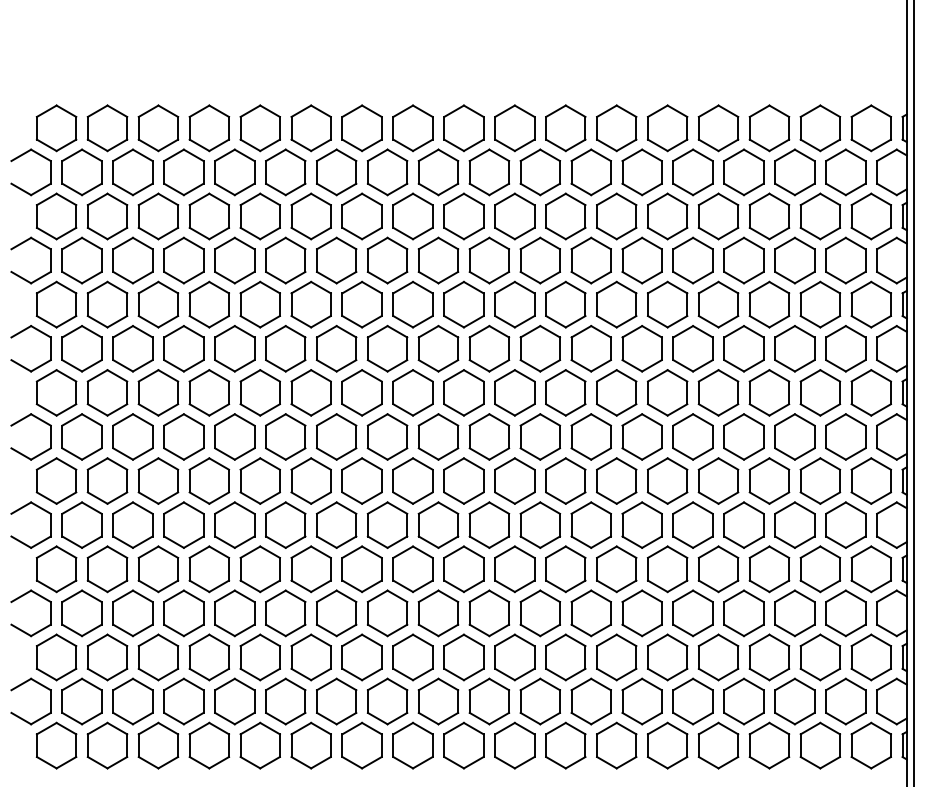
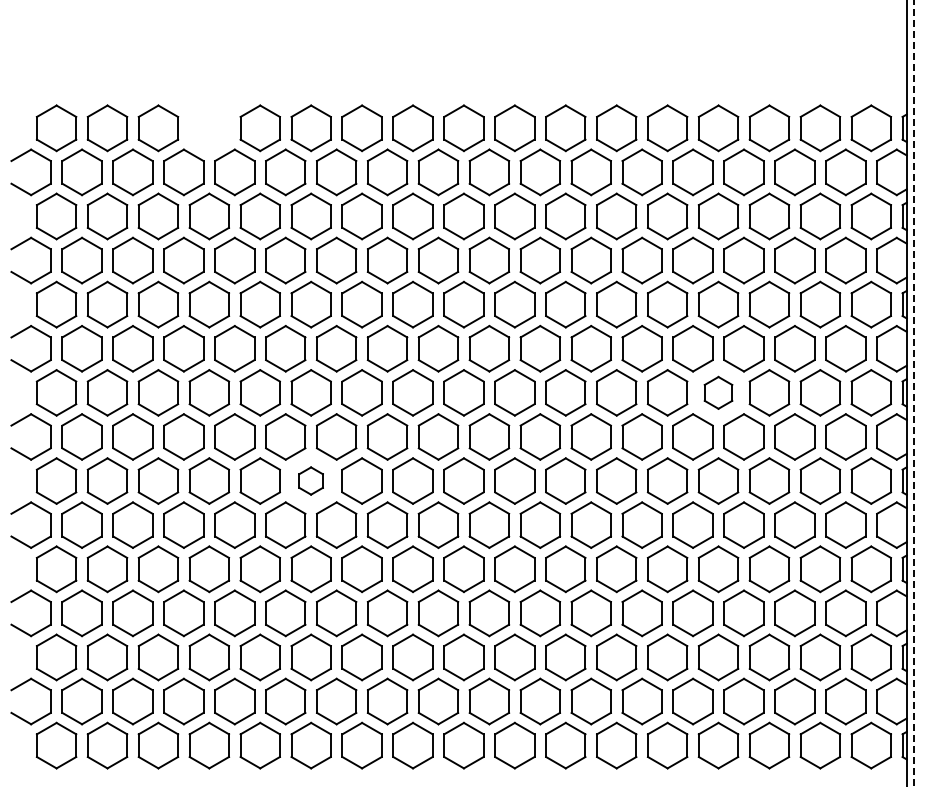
part at (209, 128): present -> none
part at (718, 392) size: 43x48 px -> 31x35 px
line at (913, 393): solid -> dashed
part at (310, 480) size: 42x48 px -> 26x30 px
